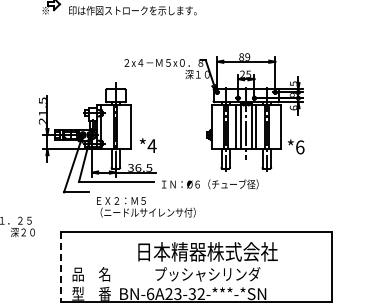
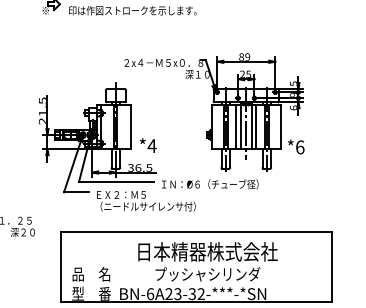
text at (146, 207) position: (146, 207) -> (146, 201)
line at (61, 267): dashed -> solid
